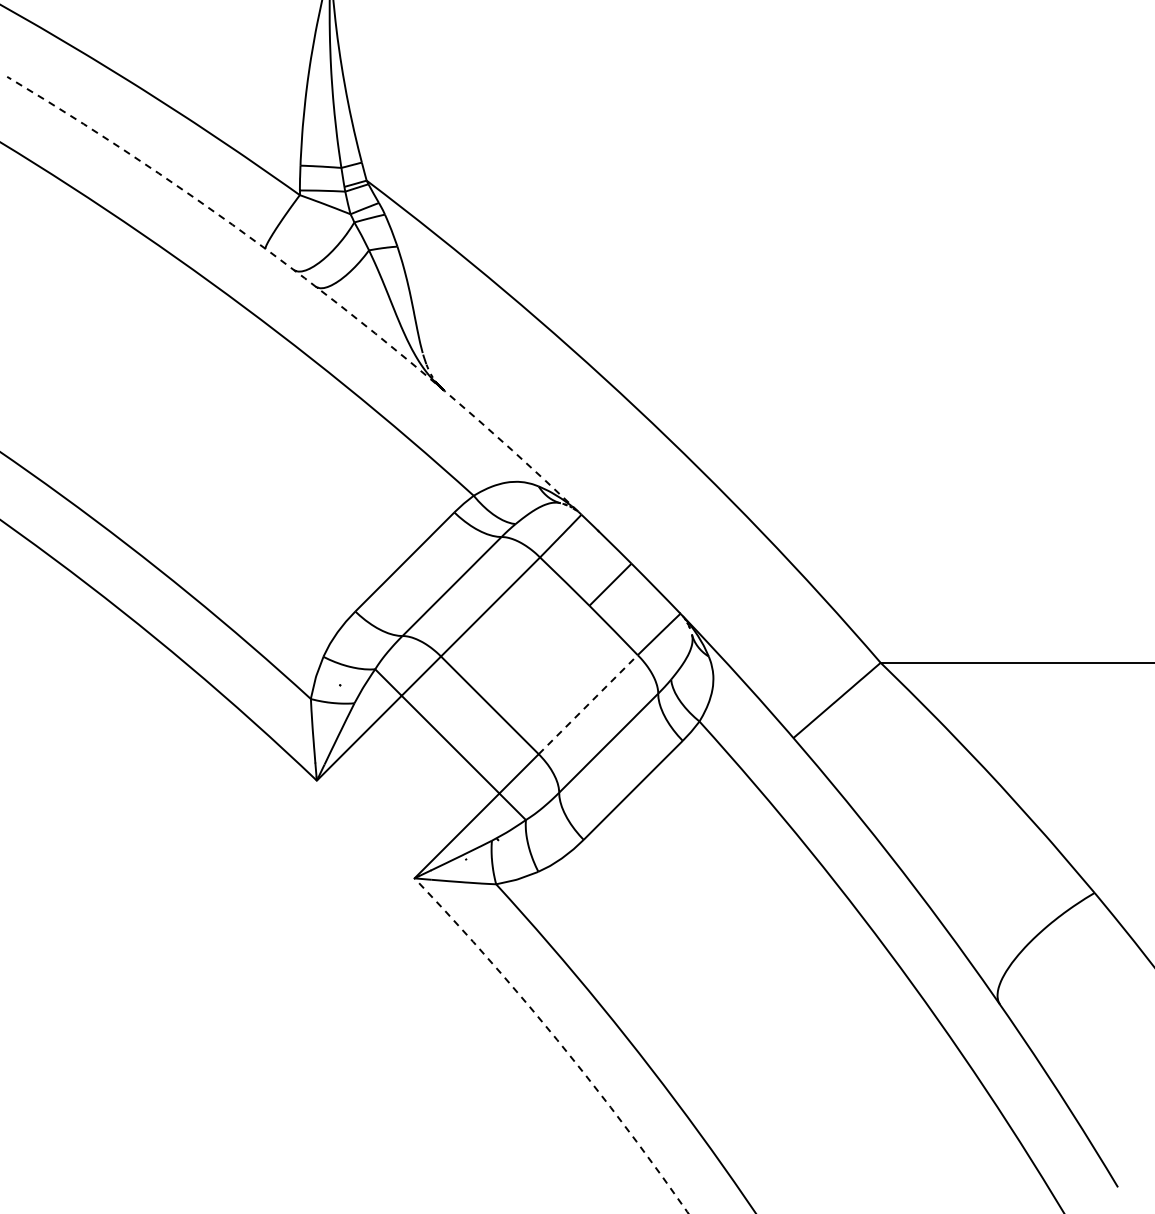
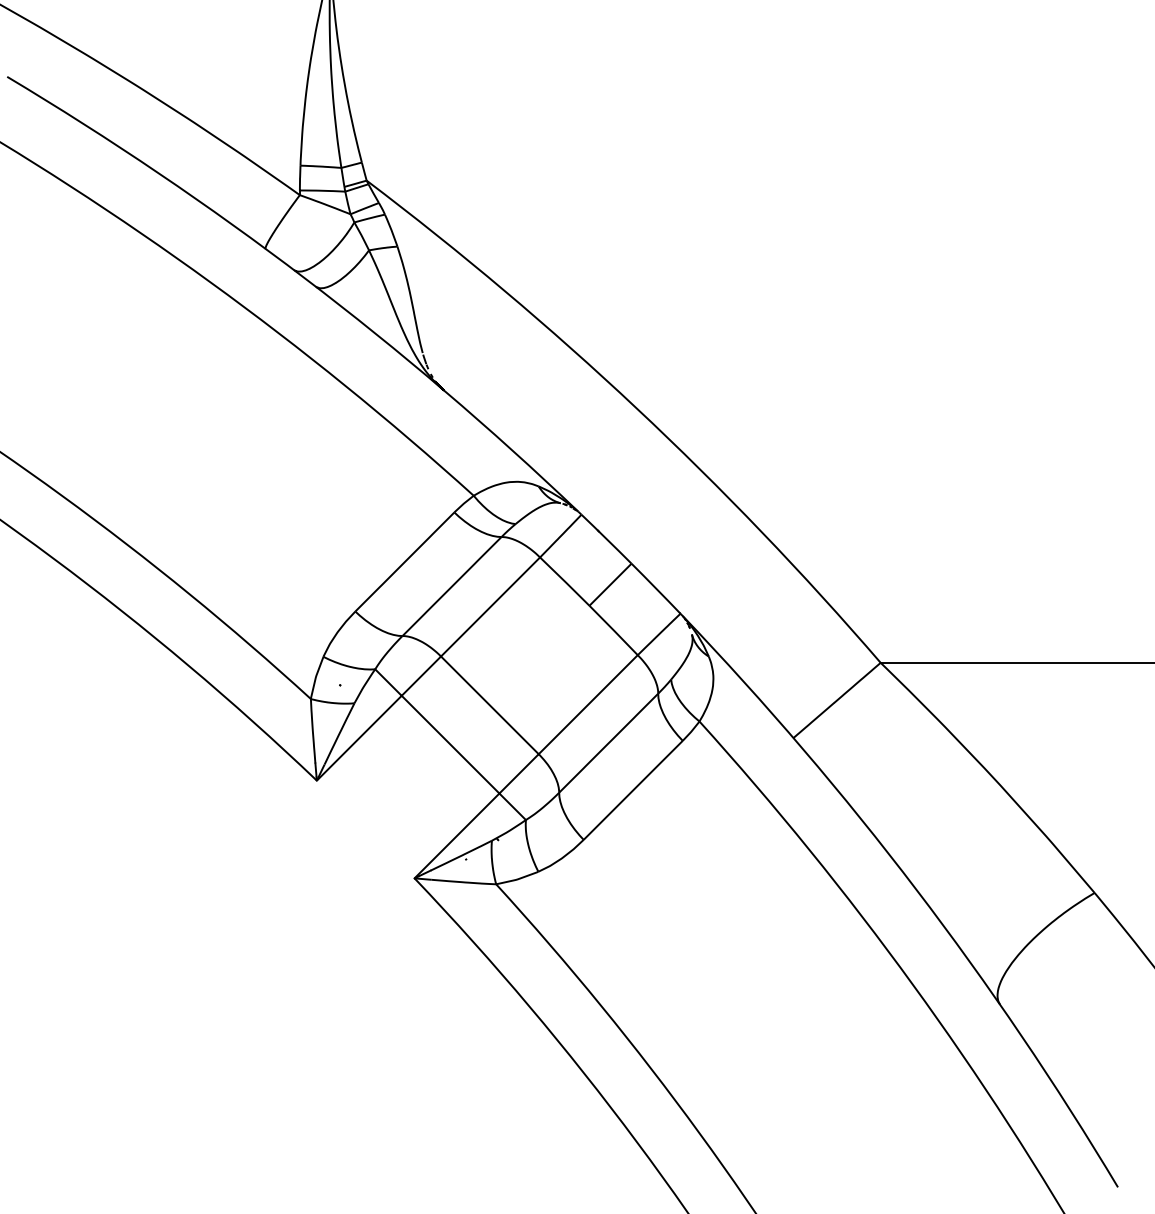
arc at (304, 278): dashed -> solid
line at (588, 704): dashed -> solid
arc at (557, 1040): dashed -> solid
